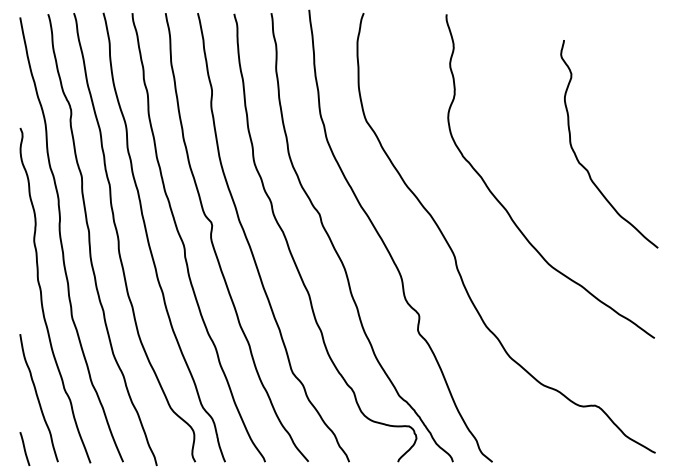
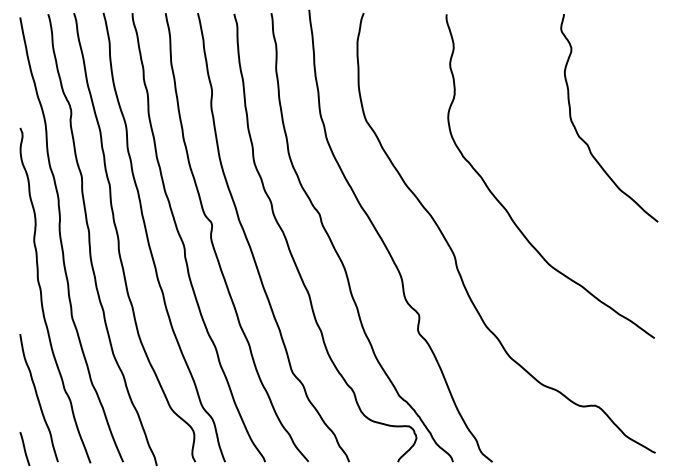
curve at (585, 167) position: (585, 167) -> (585, 141)
